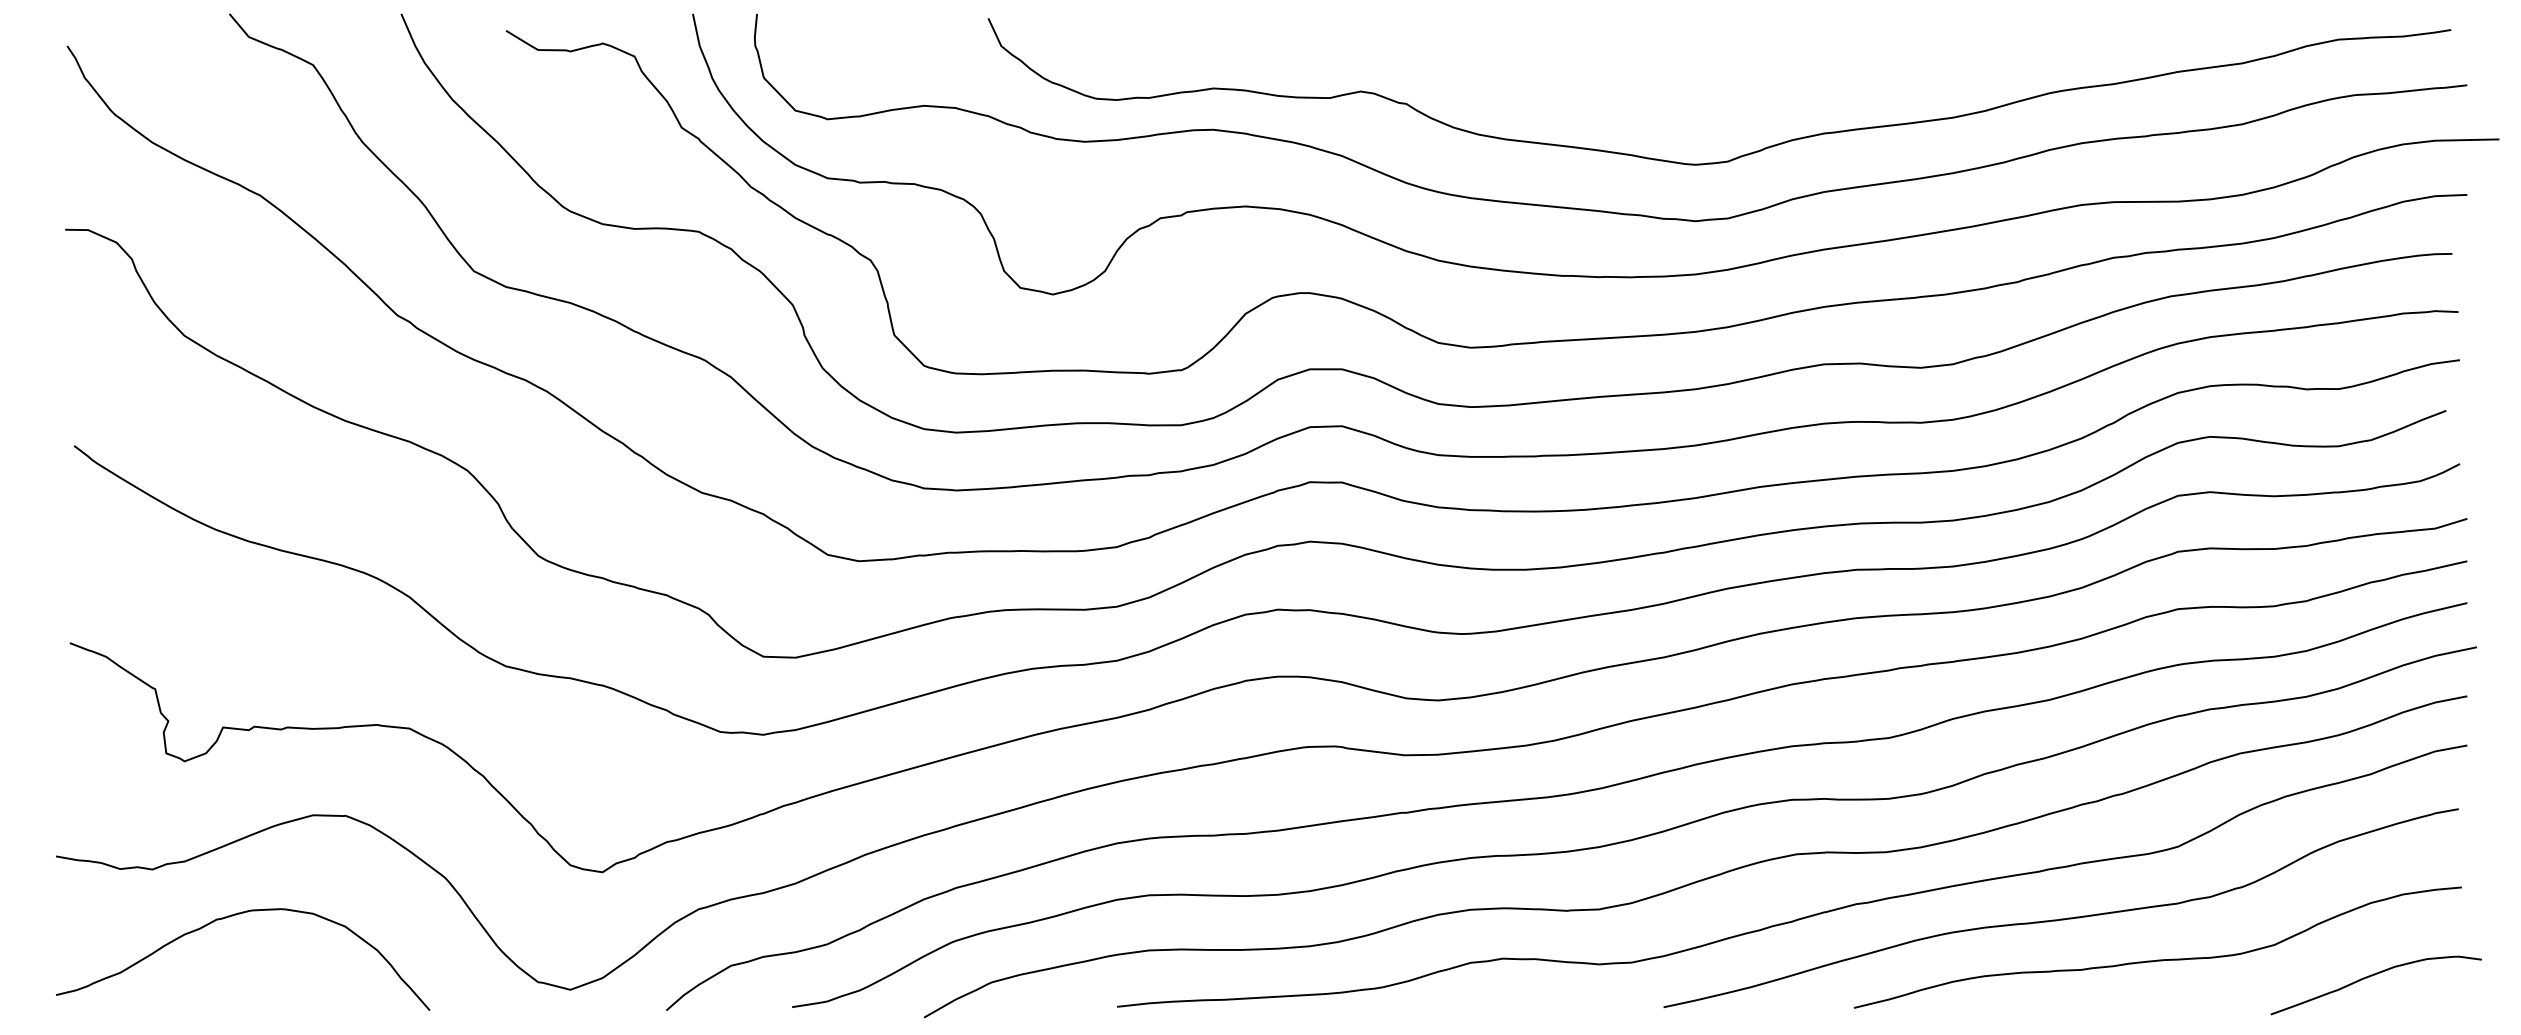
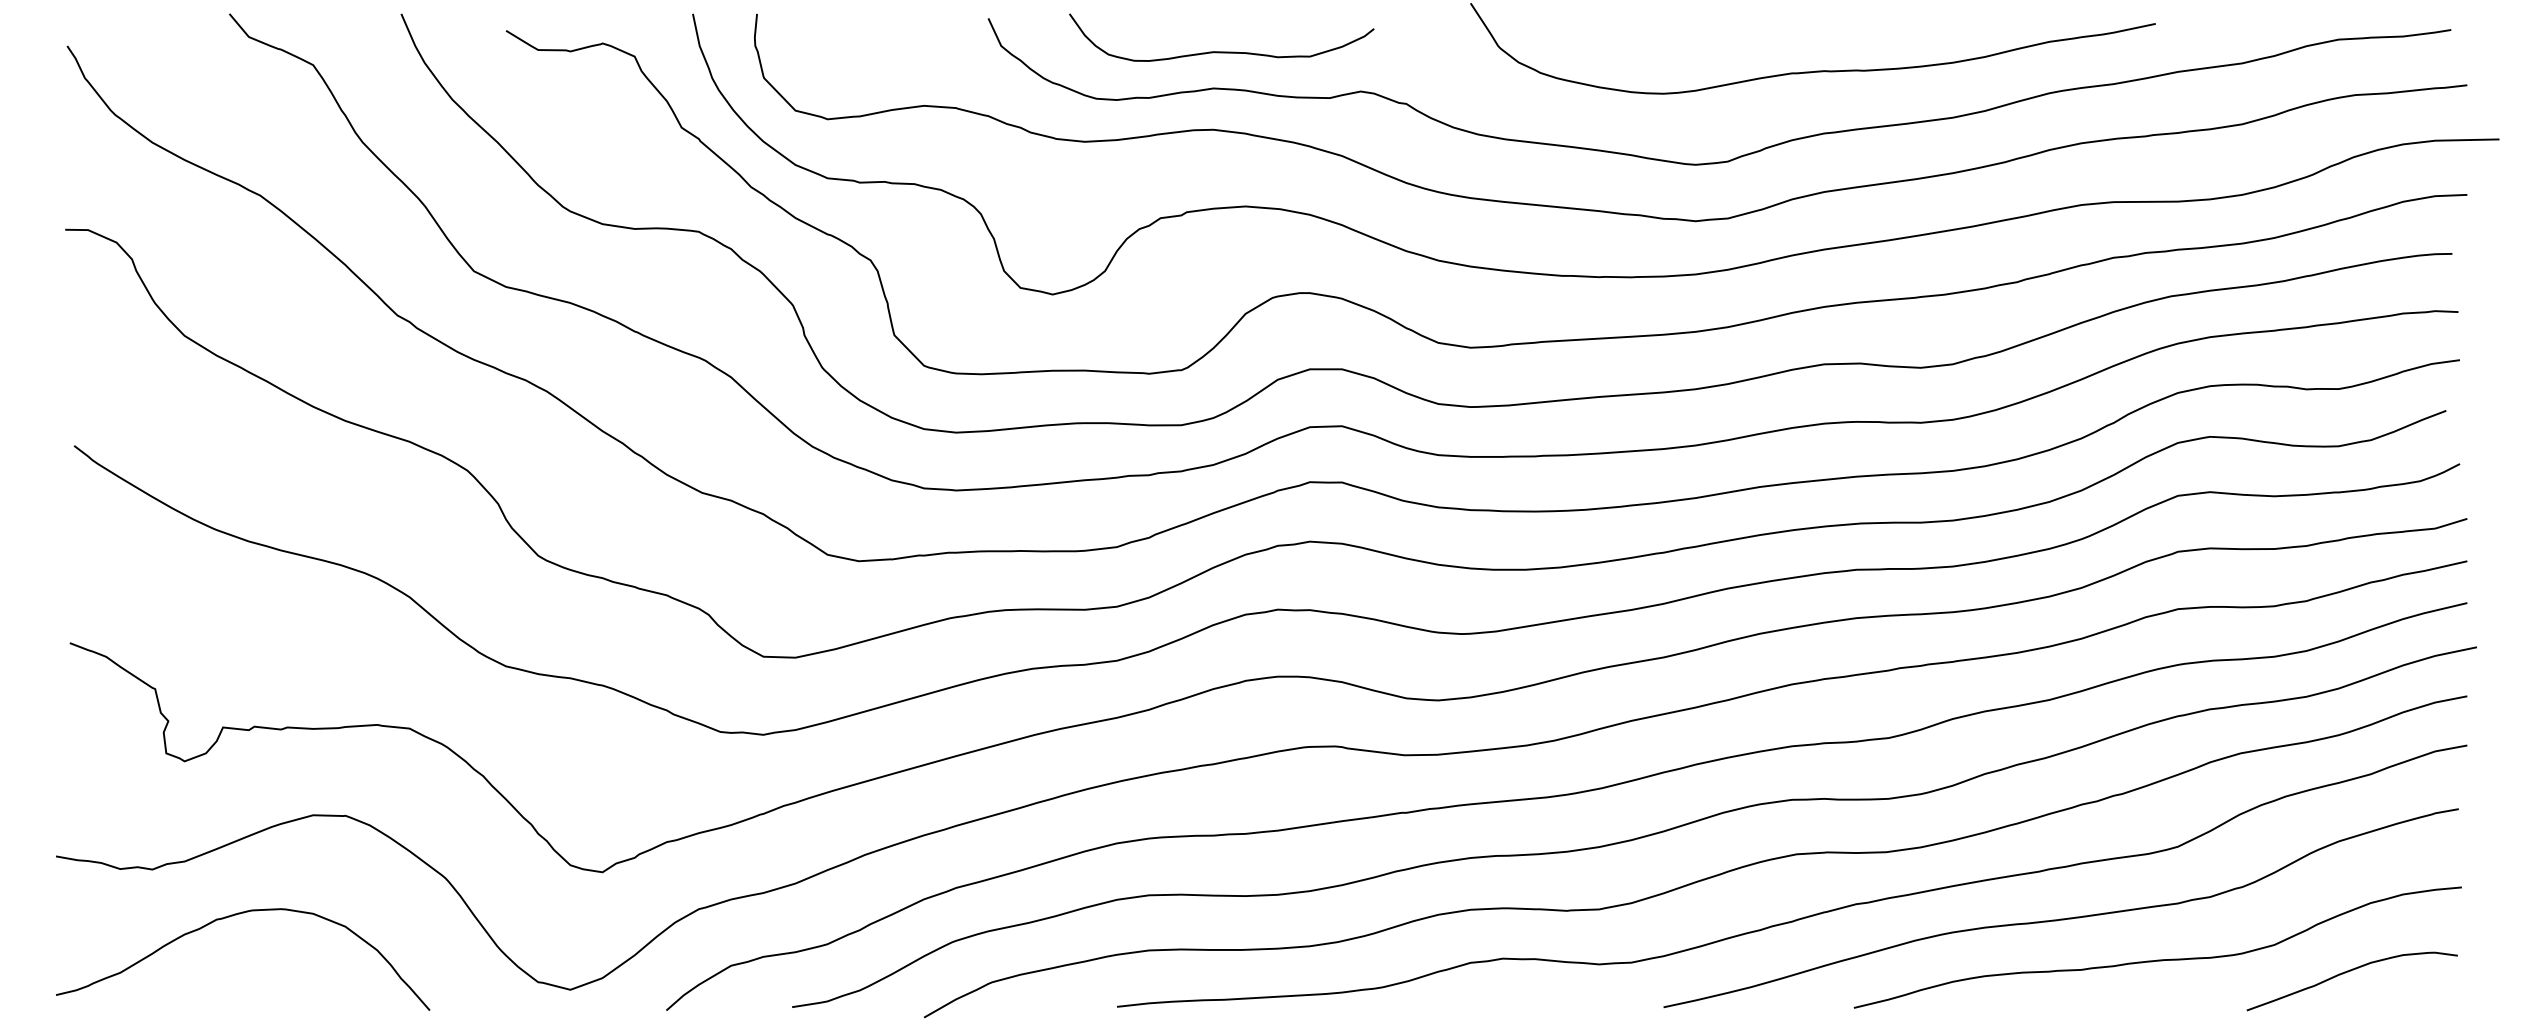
curve at (1221, 51): none -> present
curve at (1815, 70): none -> present
curve at (2372, 976) position: (2372, 976) -> (2348, 972)
